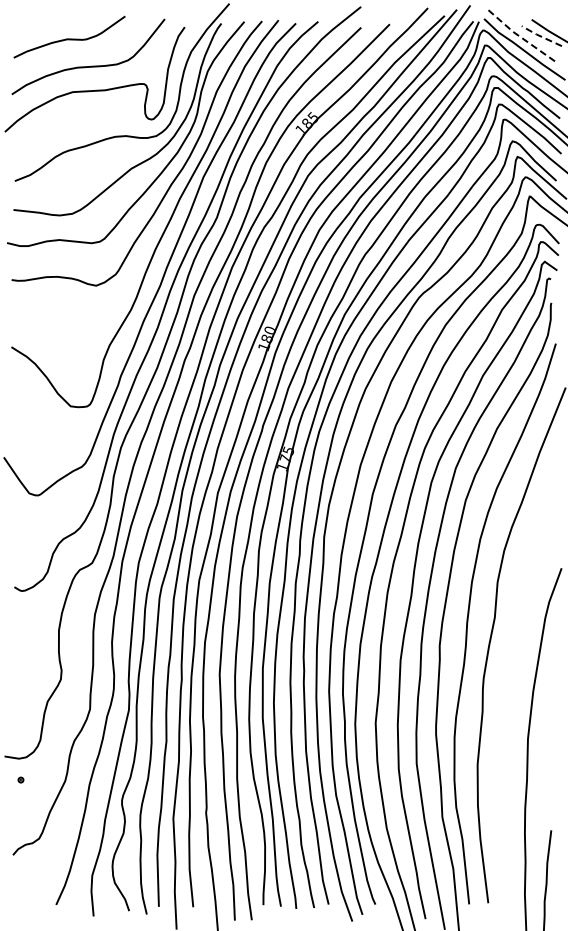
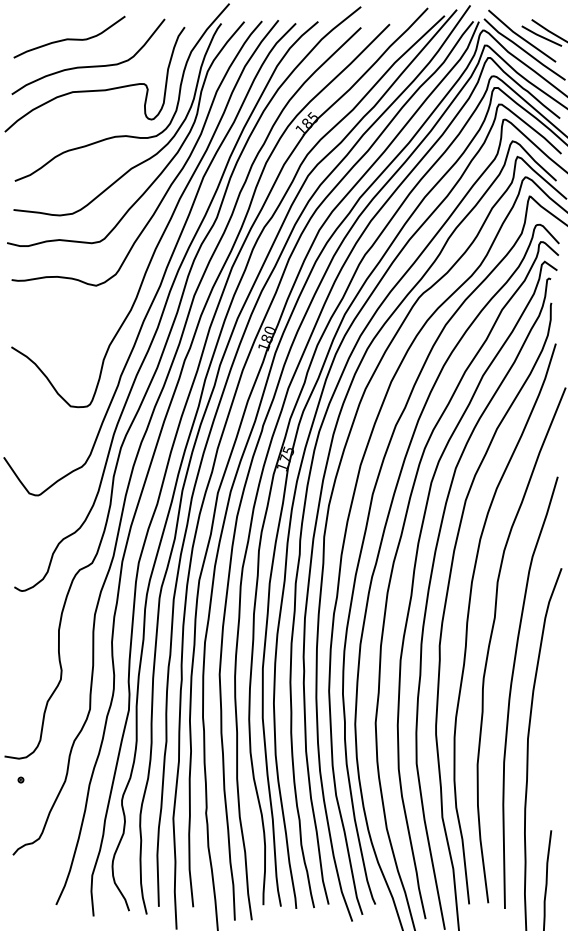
line at (540, 36): dashed -> solid
line at (521, 37): dashed -> solid
curve at (511, 692): none -> present
